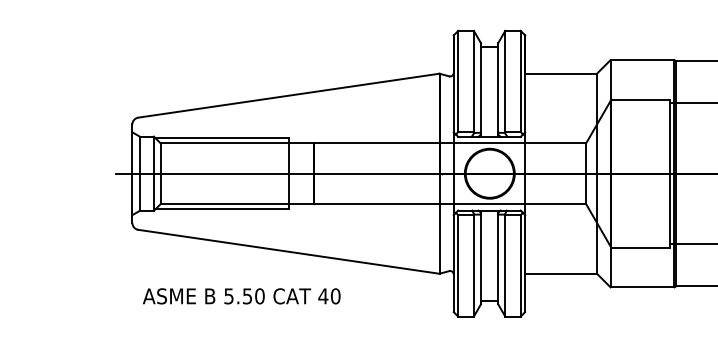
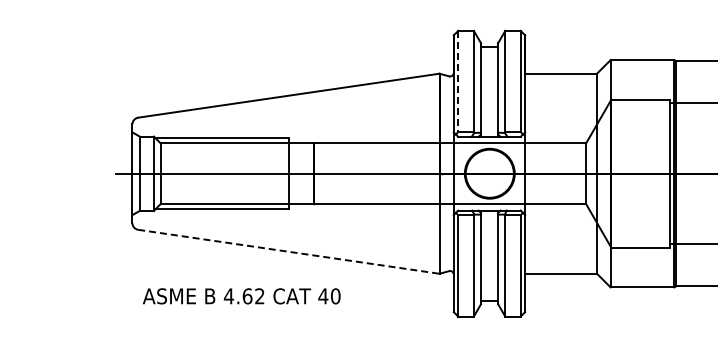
line at (458, 81): solid -> dashed
line at (289, 251): solid -> dashed
text at (243, 296): 5.50 -> 4.62
